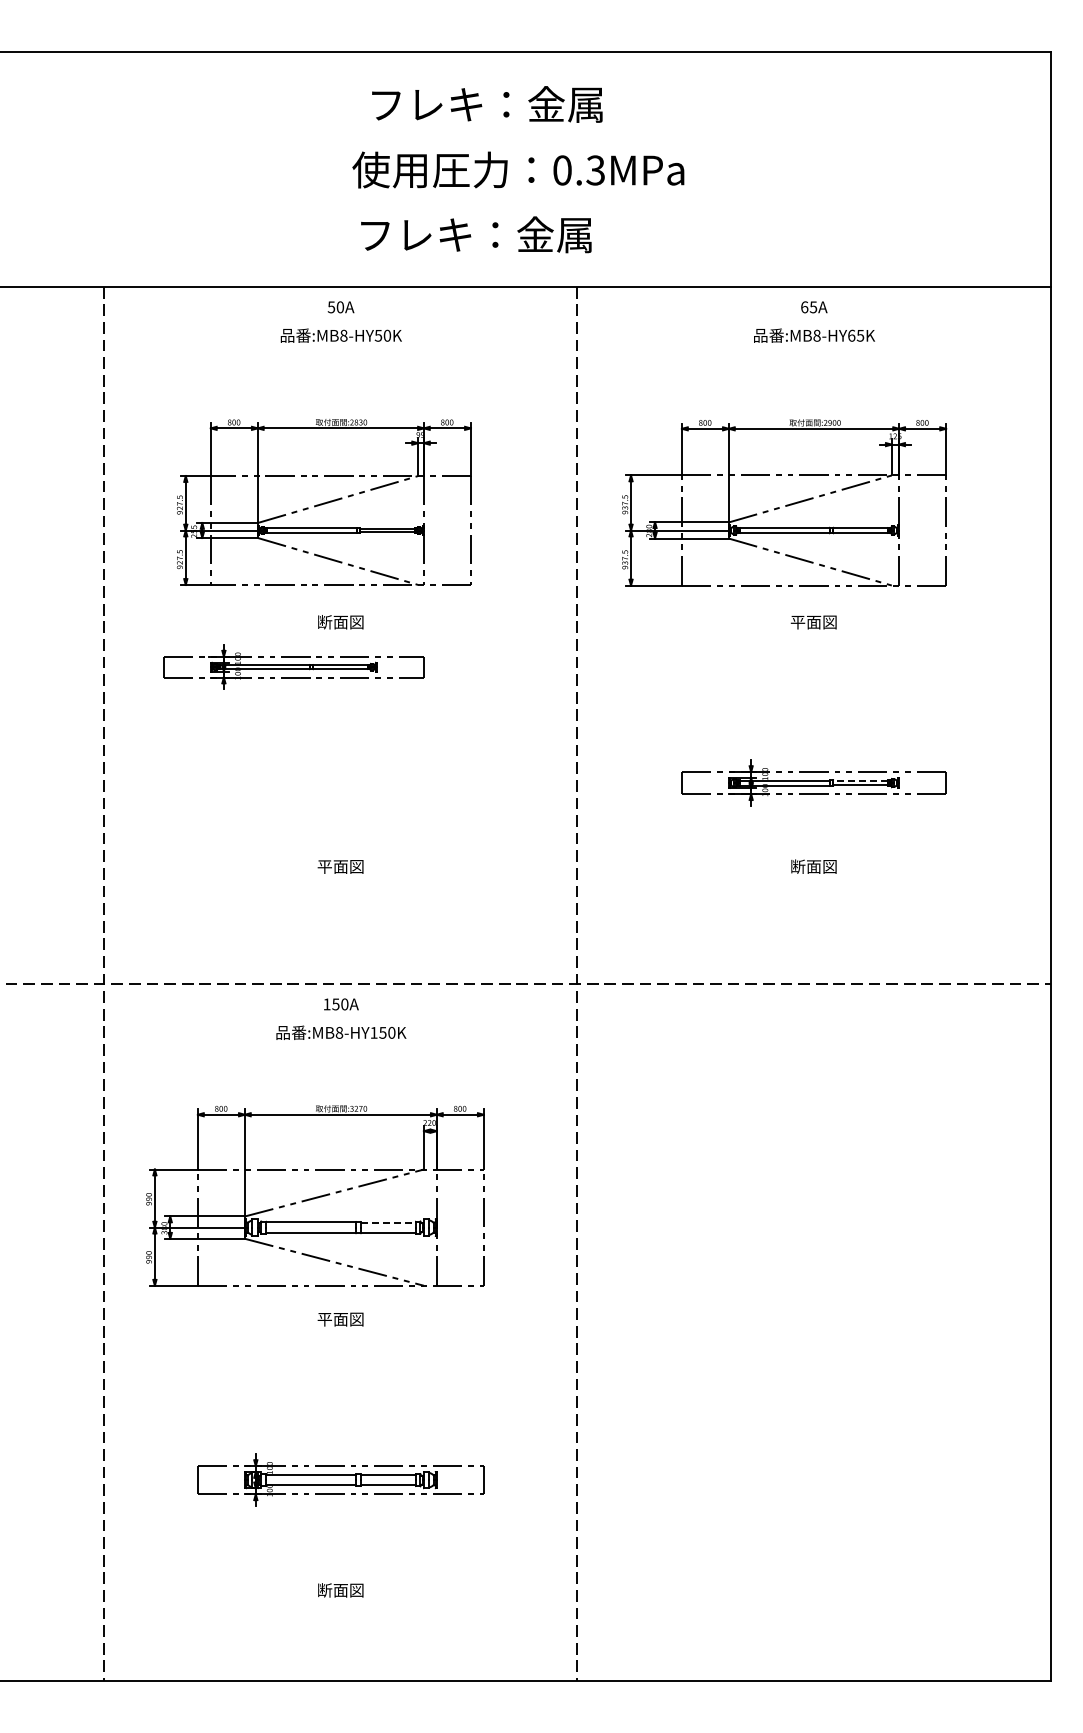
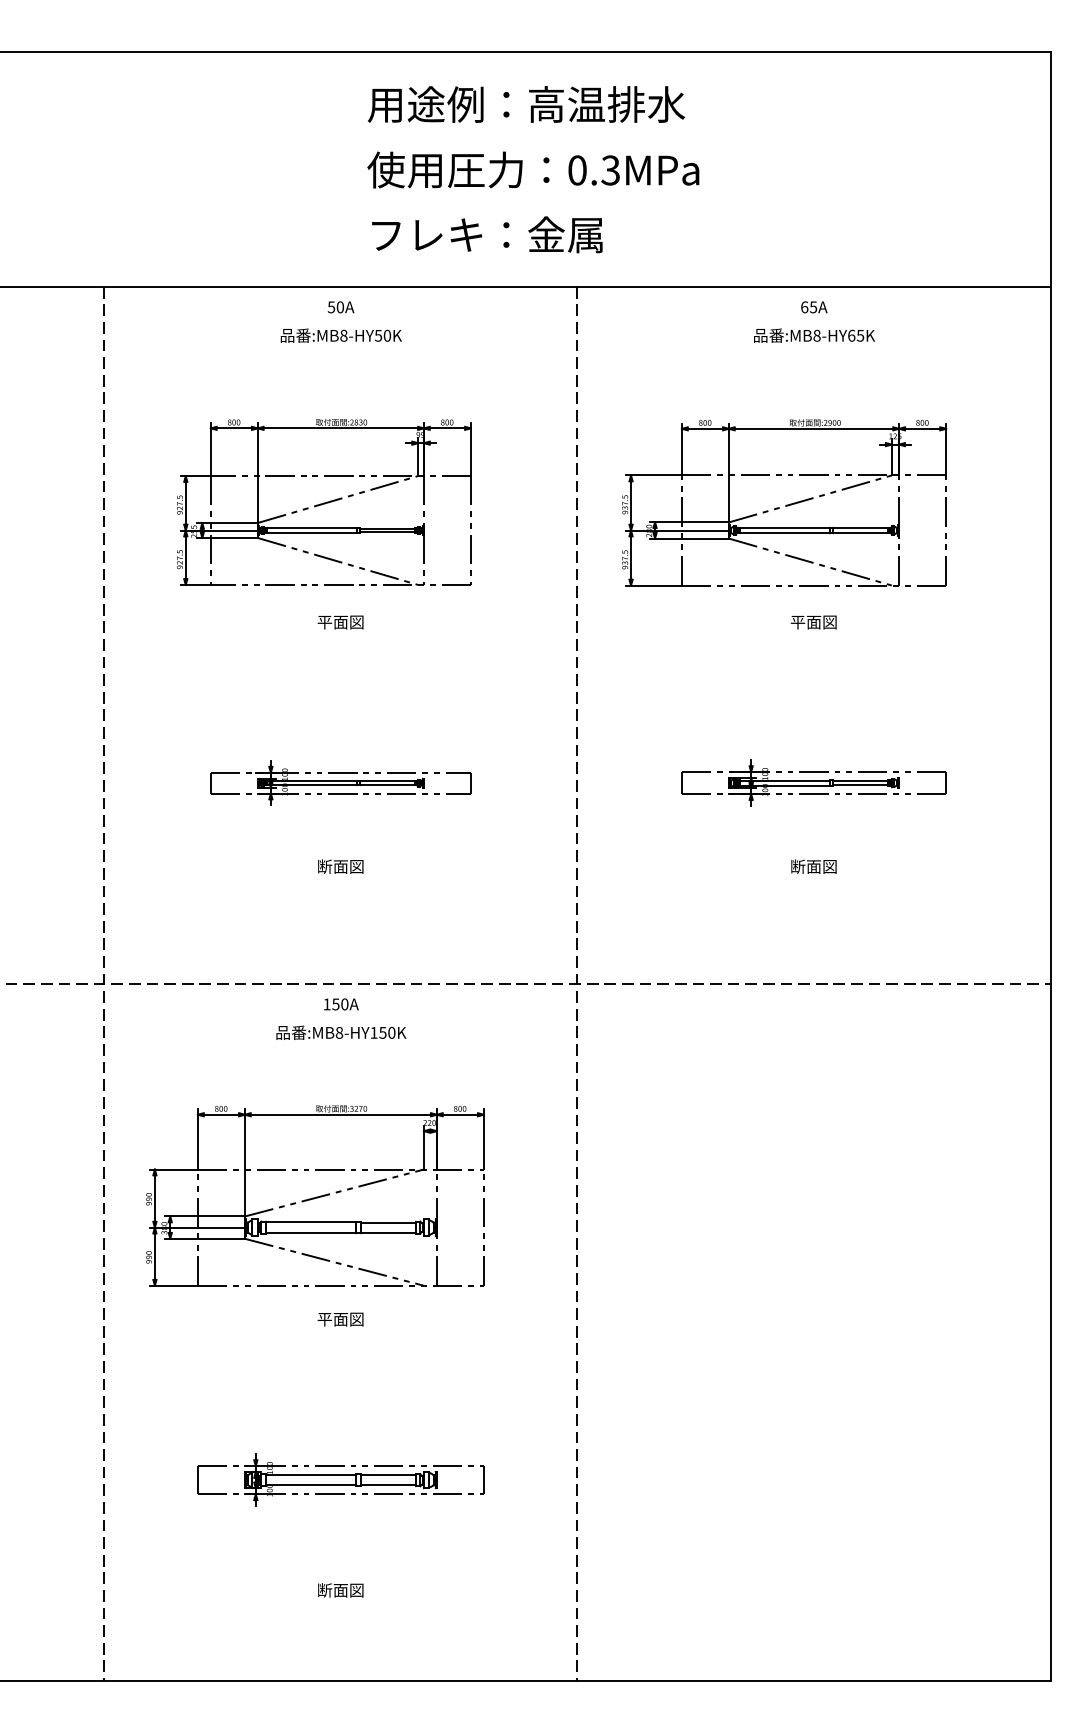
text at (526, 104): フレキ：金属 -> 用途例：高温排水
text at (518, 169) position: (518, 169) -> (533, 169)
text at (476, 234) position: (476, 234) -> (487, 234)
text at (324, 622): 断面図 -> 平面図
part at (293, 666) position: (293, 666) -> (340, 782)
line at (860, 780): dashed -> solid
text at (324, 866): 平面図 -> 断面図
line at (388, 1222): dashed -> solid
